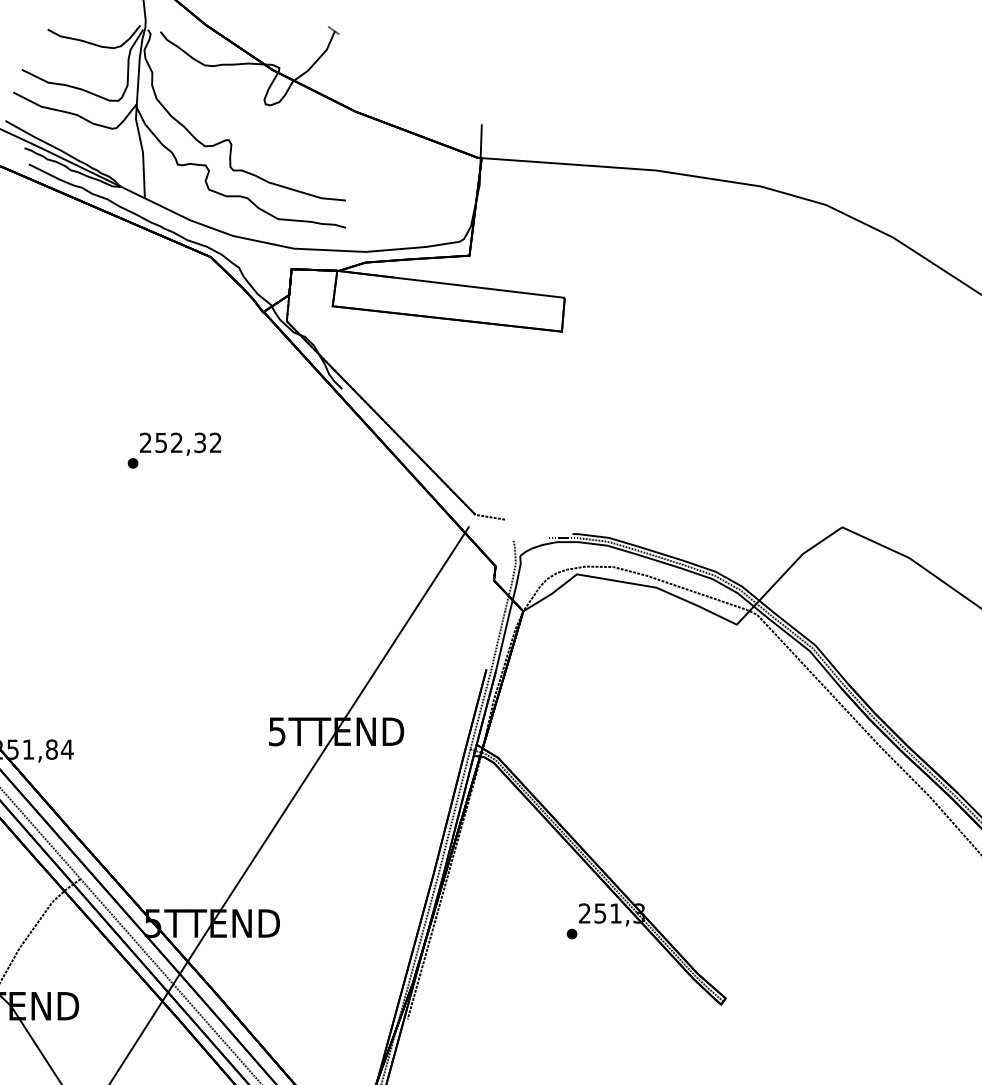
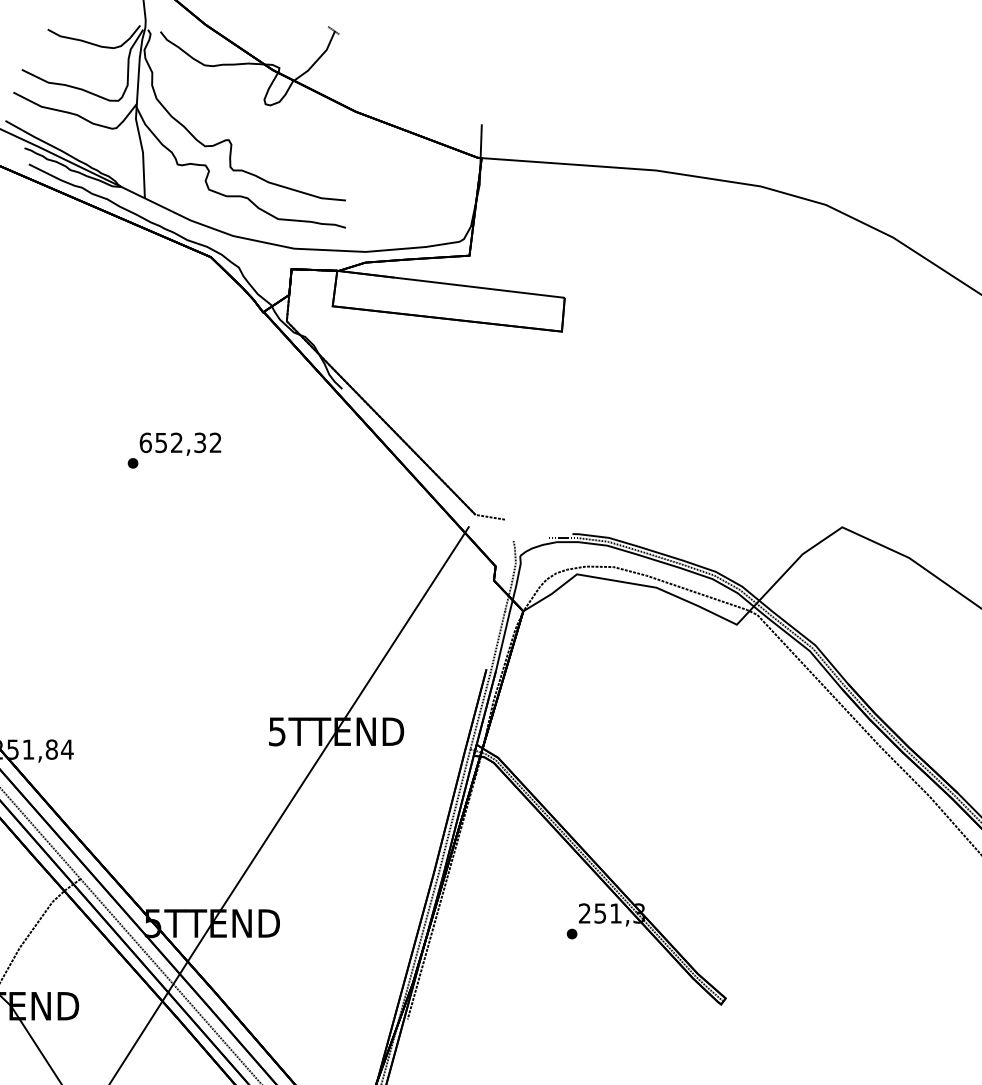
text at (145, 442): 252,32 -> 652,32
